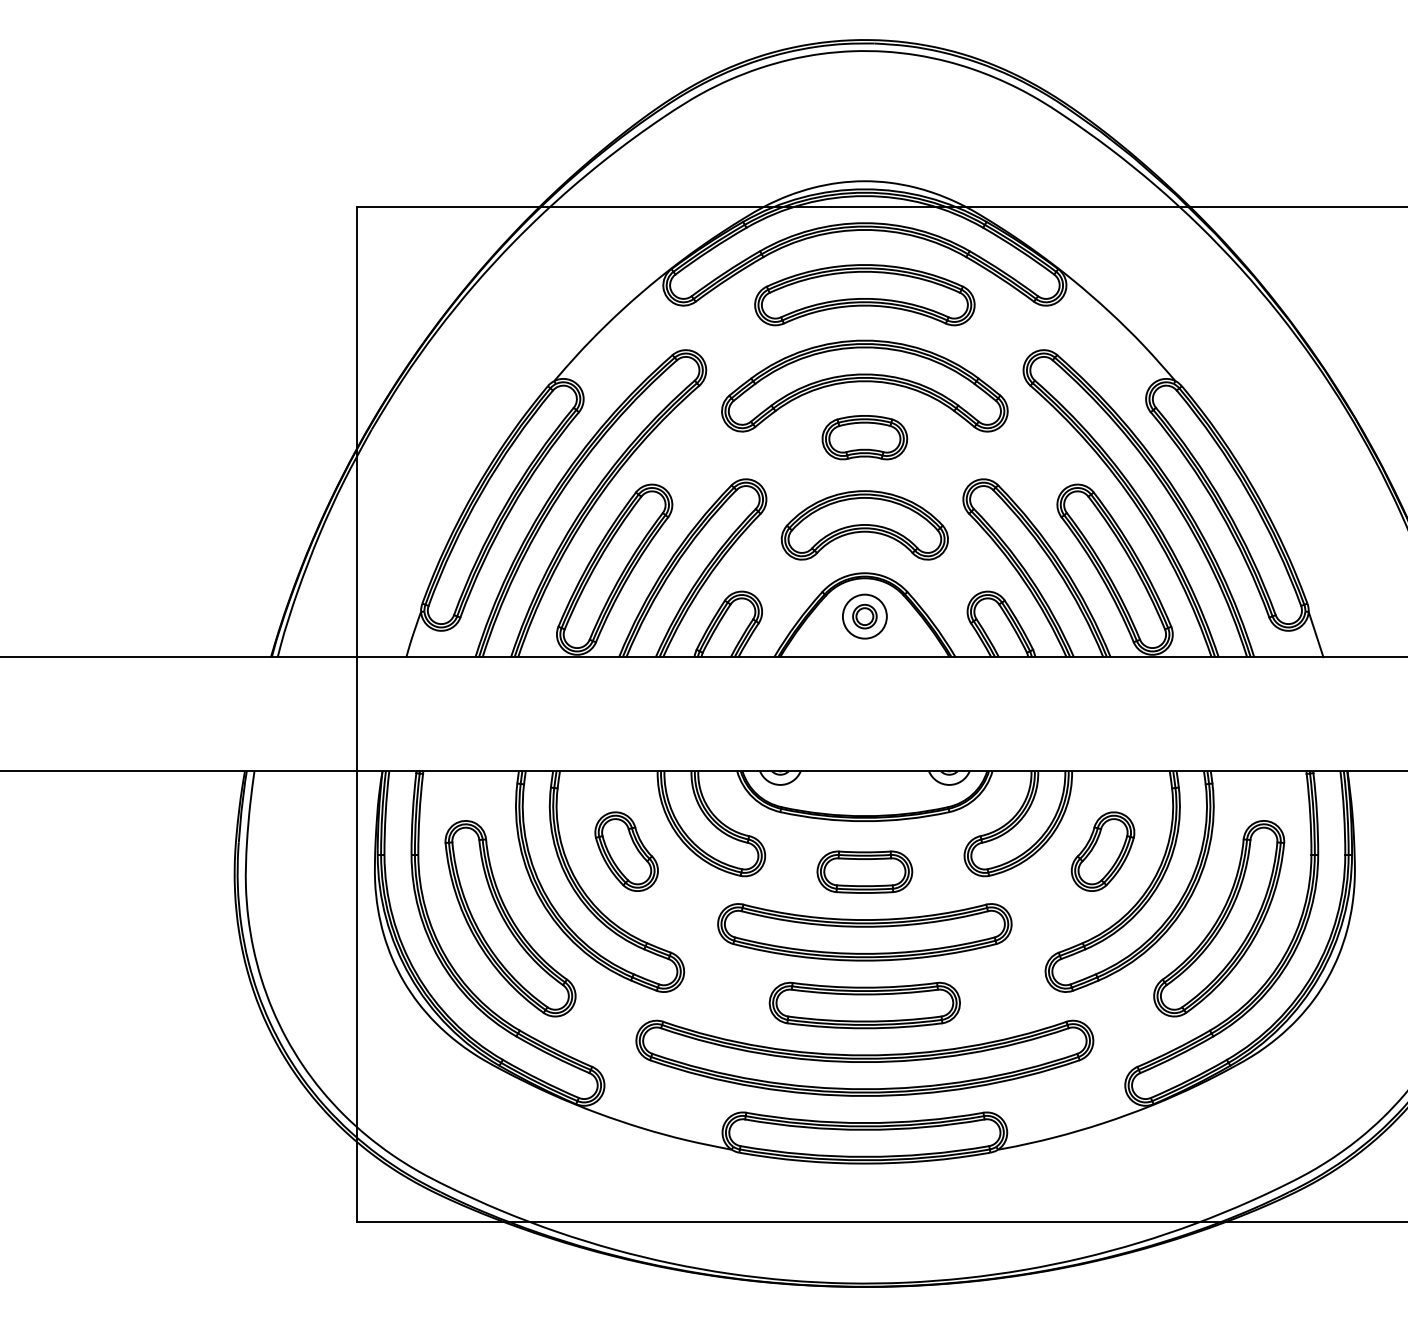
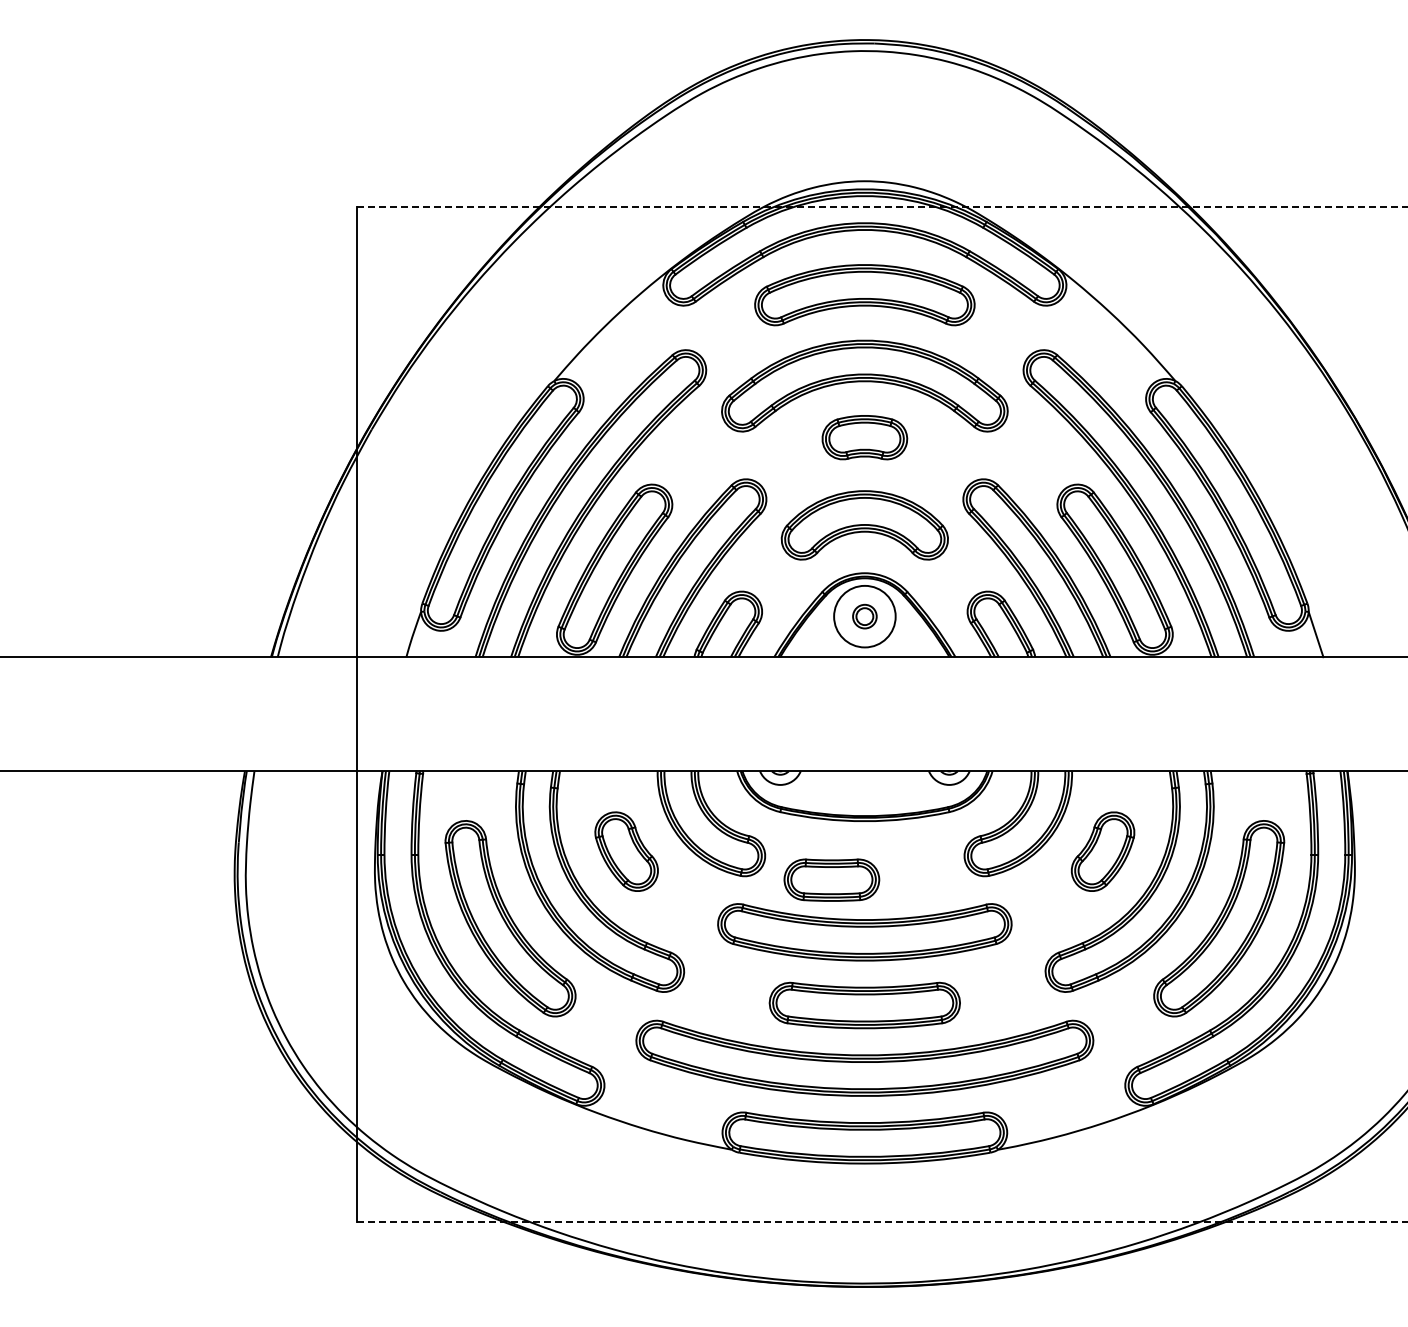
line at (882, 206): solid -> dashed
circle at (864, 616) diameter: 44 px -> 62 px
part at (864, 871) position: (864, 871) -> (831, 879)
line at (882, 1221): solid -> dashed
